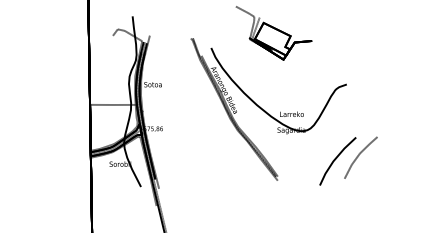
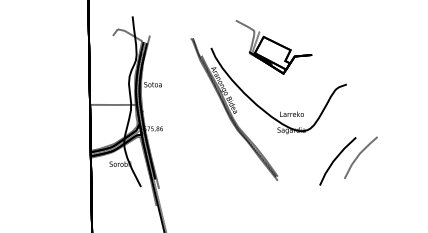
part at (273, 33) position: (273, 33) -> (273, 47)
